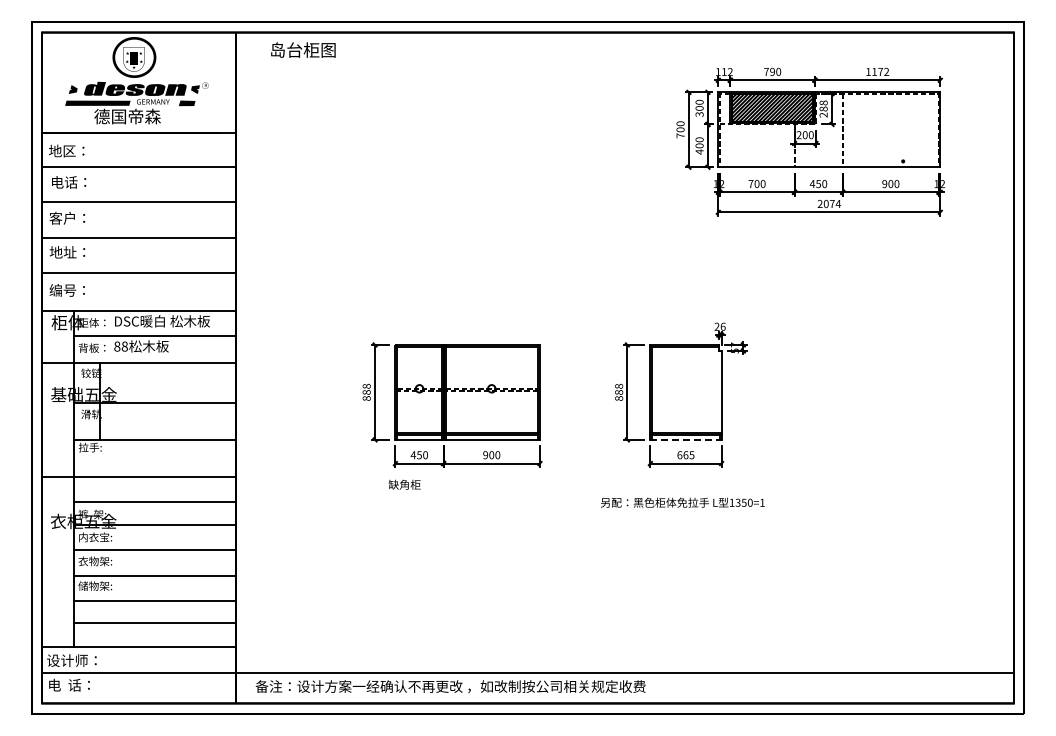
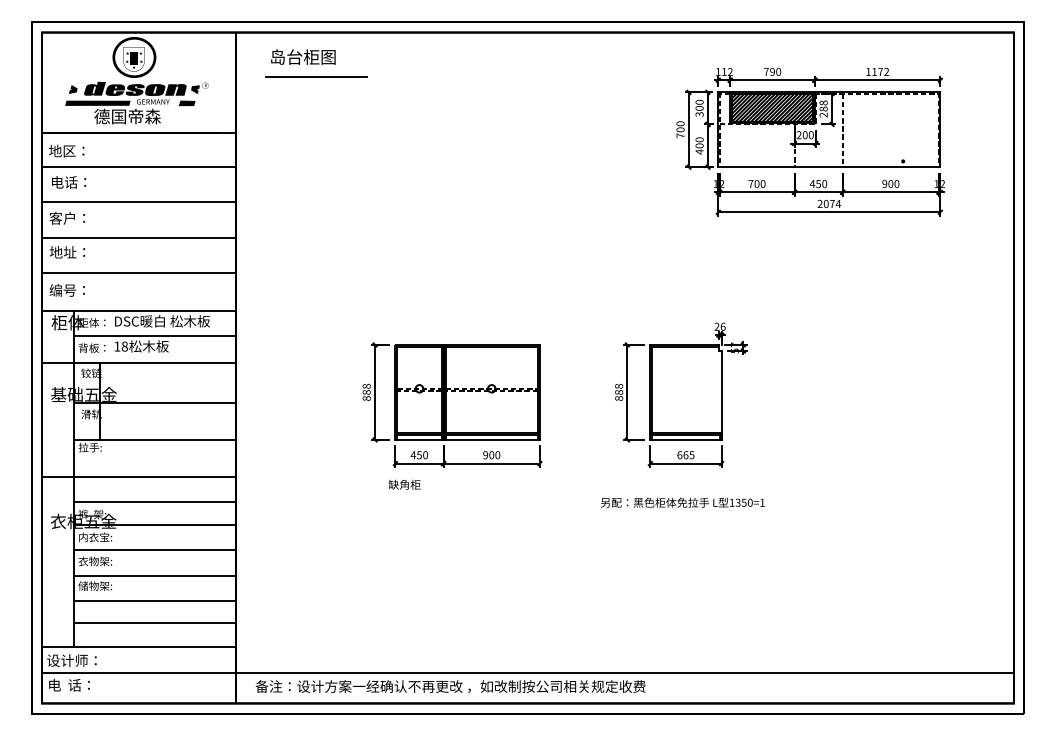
text at (303, 49) position: (303, 49) -> (303, 56)
line at (316, 77): none -> present
text at (117, 346): 88 -> 18
line at (685, 439): dashed -> solid
